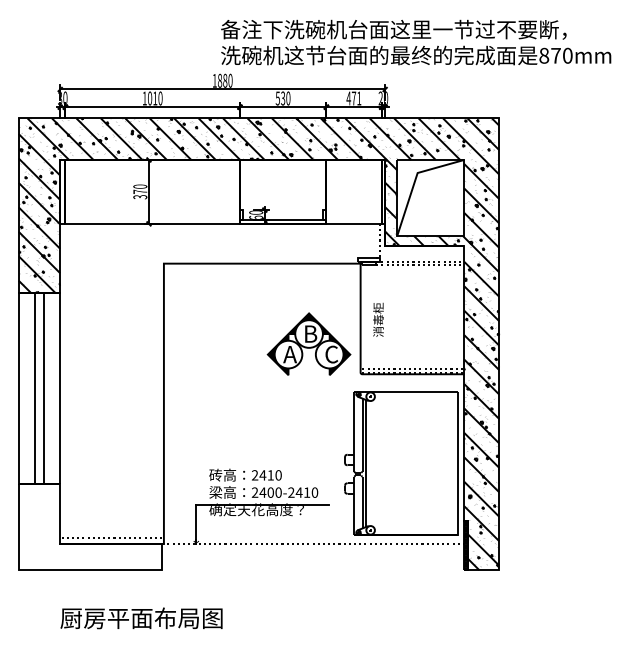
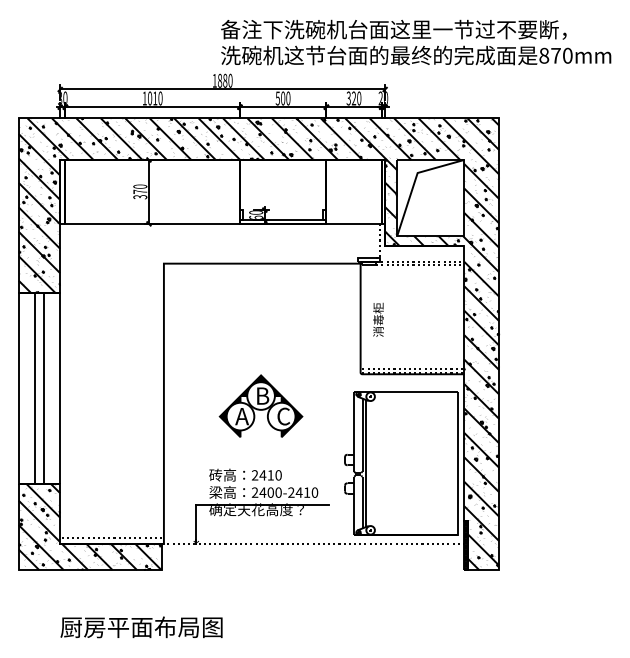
text at (283, 98): 530 -> 500
text at (353, 98): 471 -> 320
part at (308, 343) position: (308, 343) -> (260, 405)
hatch at (90, 527): none -> present
text at (141, 618) position: (141, 618) -> (141, 627)
